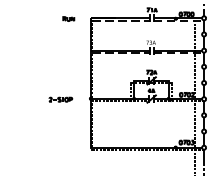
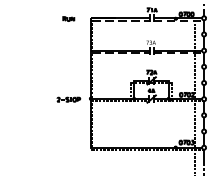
part at (60, 99) position: (60, 99) -> (68, 99)
